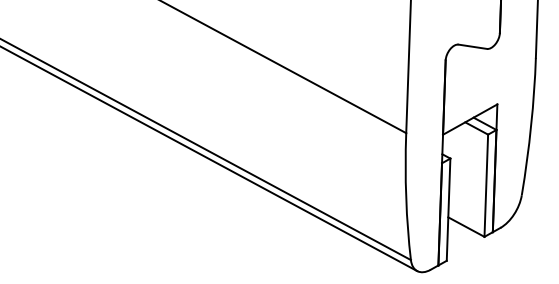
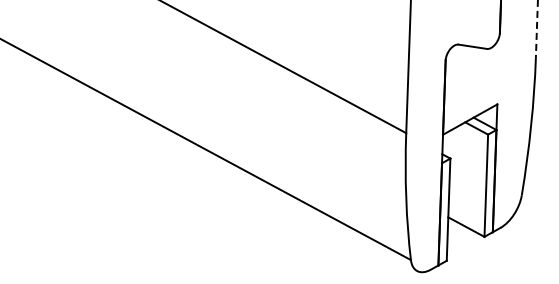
line at (536, 29): solid -> dashed
line at (209, 159): present -> none
